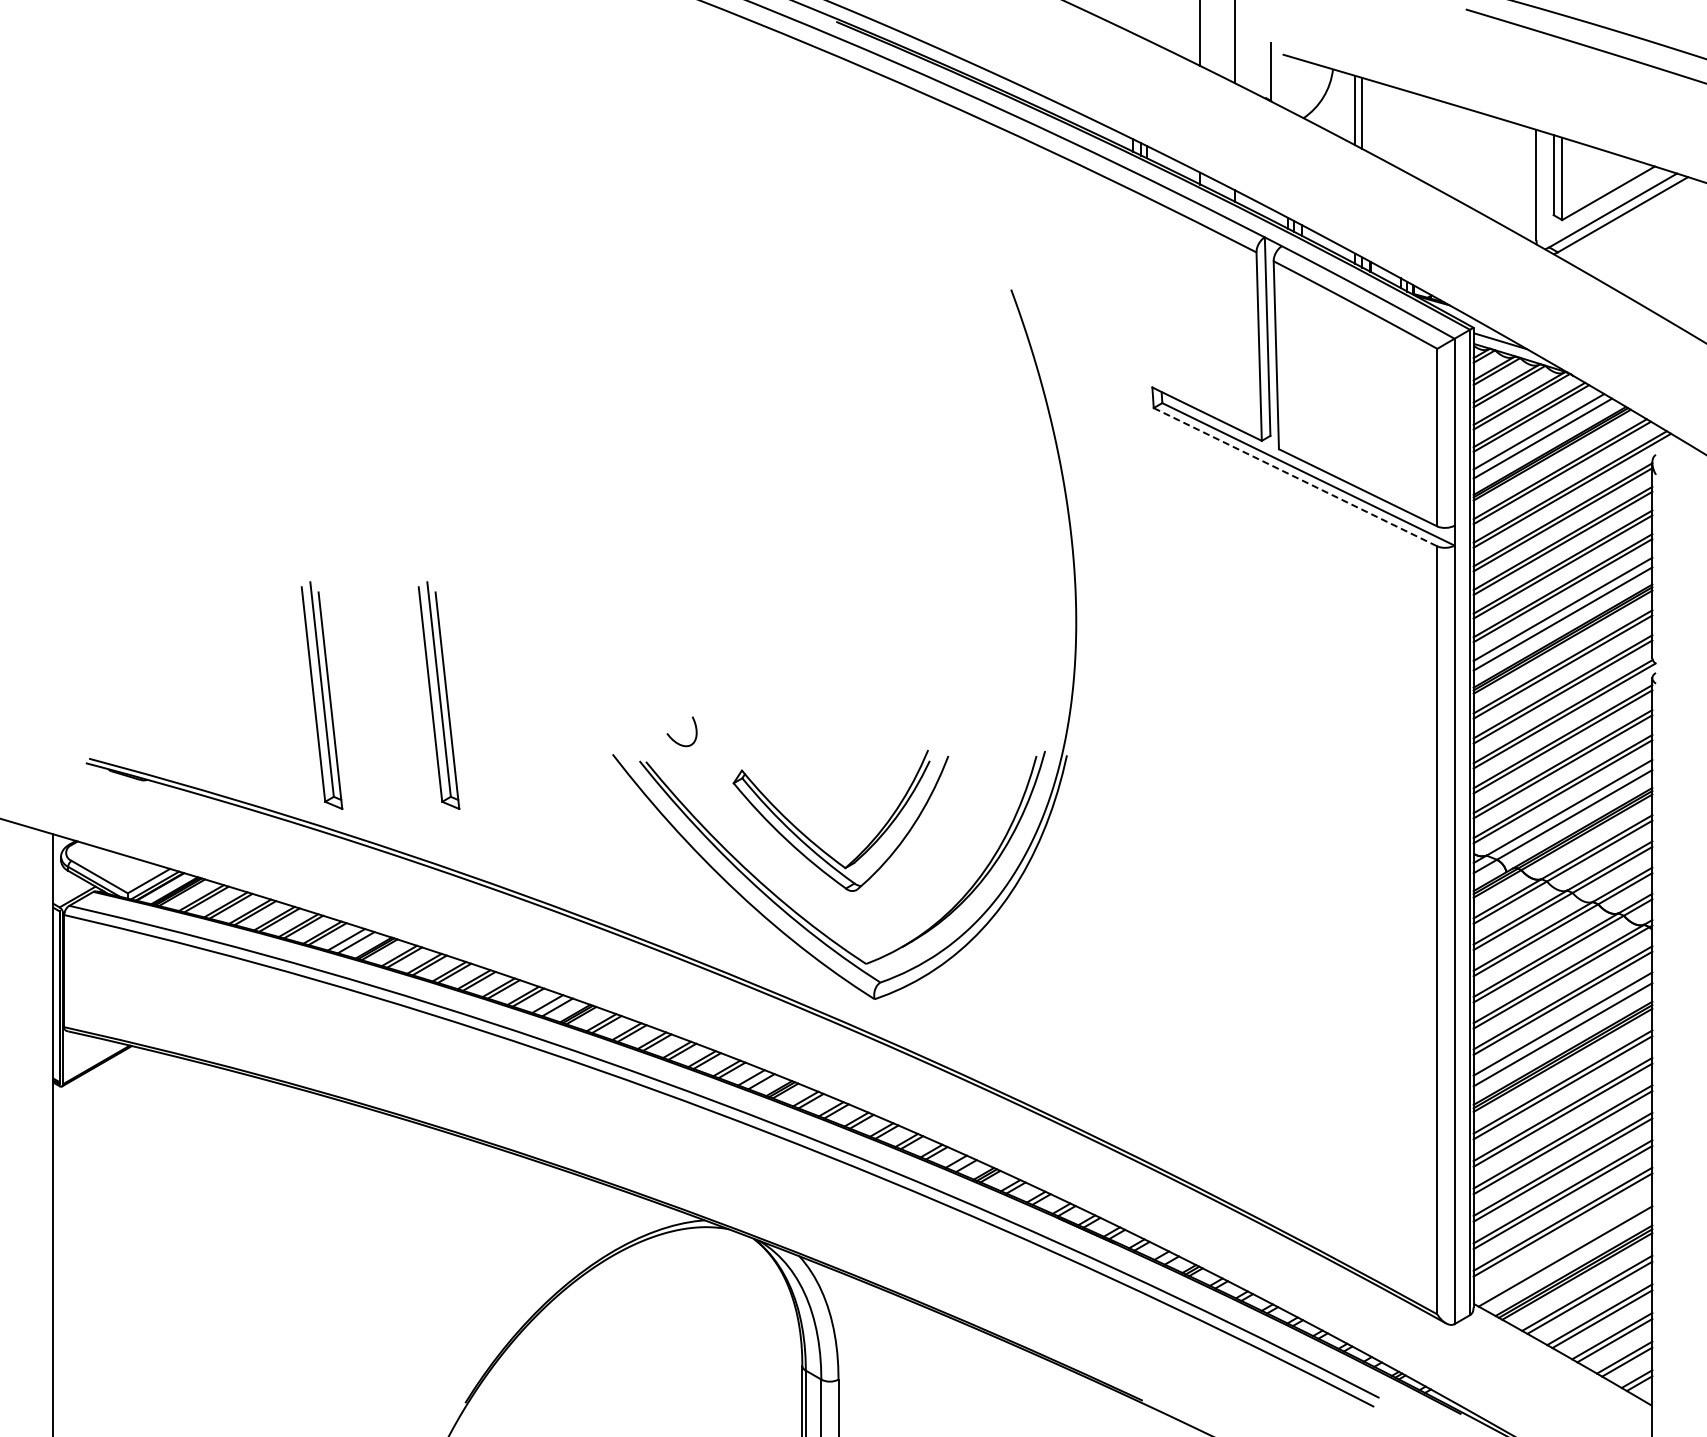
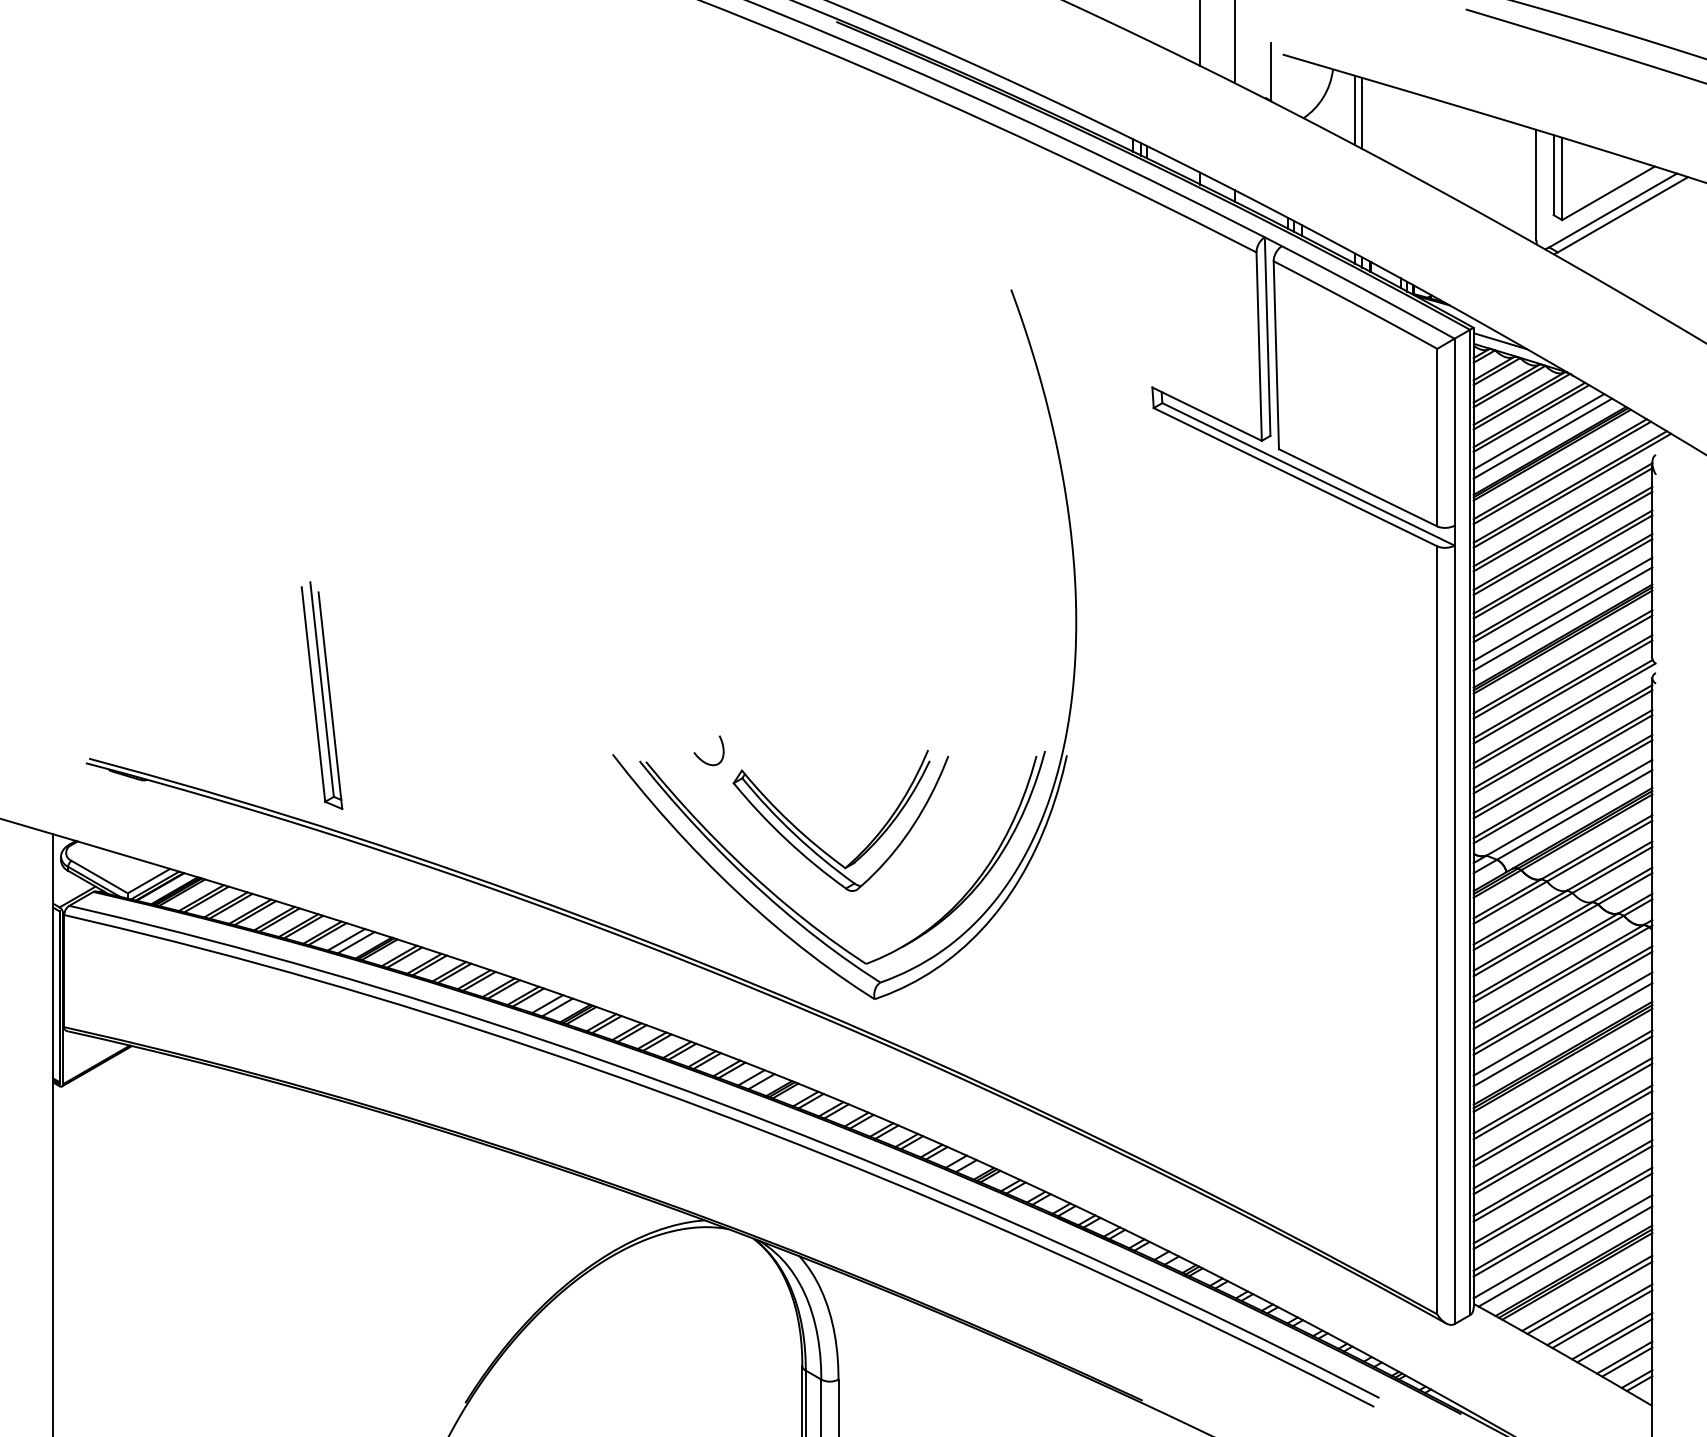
line at (1295, 477): dashed -> solid
part at (438, 695): present -> none
curve at (675, 740) position: (675, 740) -> (702, 759)
line at (1562, 1246): none -> present
